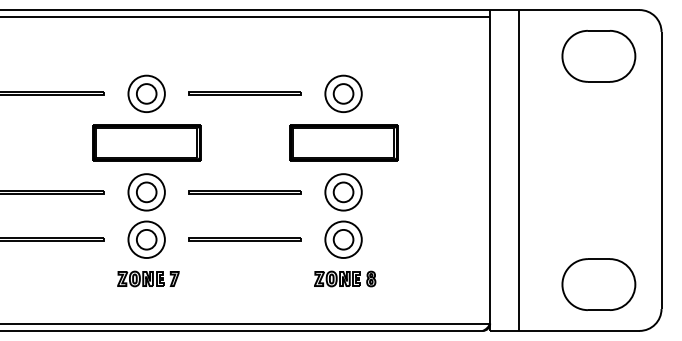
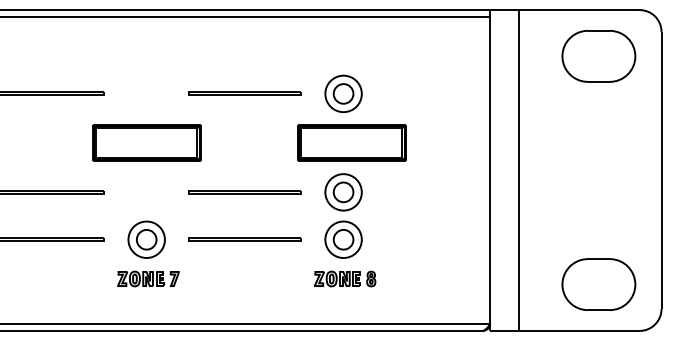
part at (146, 93): present -> none
part at (343, 142) position: (343, 142) -> (351, 142)
part at (146, 192): present -> none
